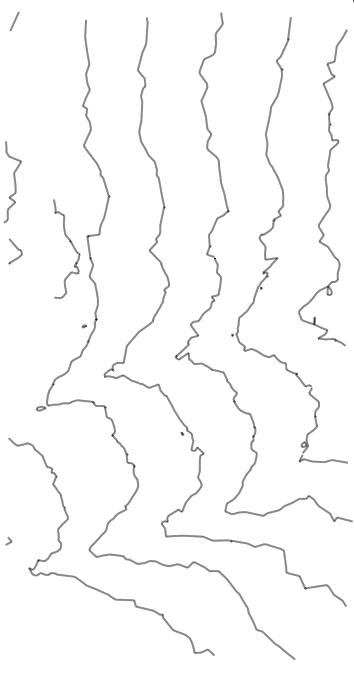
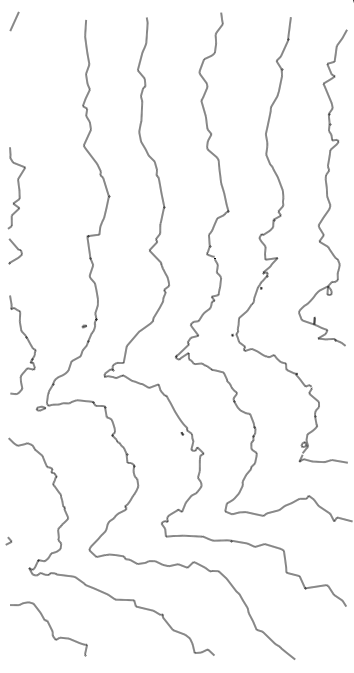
curve at (14, 182) position: (14, 182) -> (18, 188)
curve at (72, 246) position: (72, 246) -> (28, 342)
curve at (49, 627): none -> present
